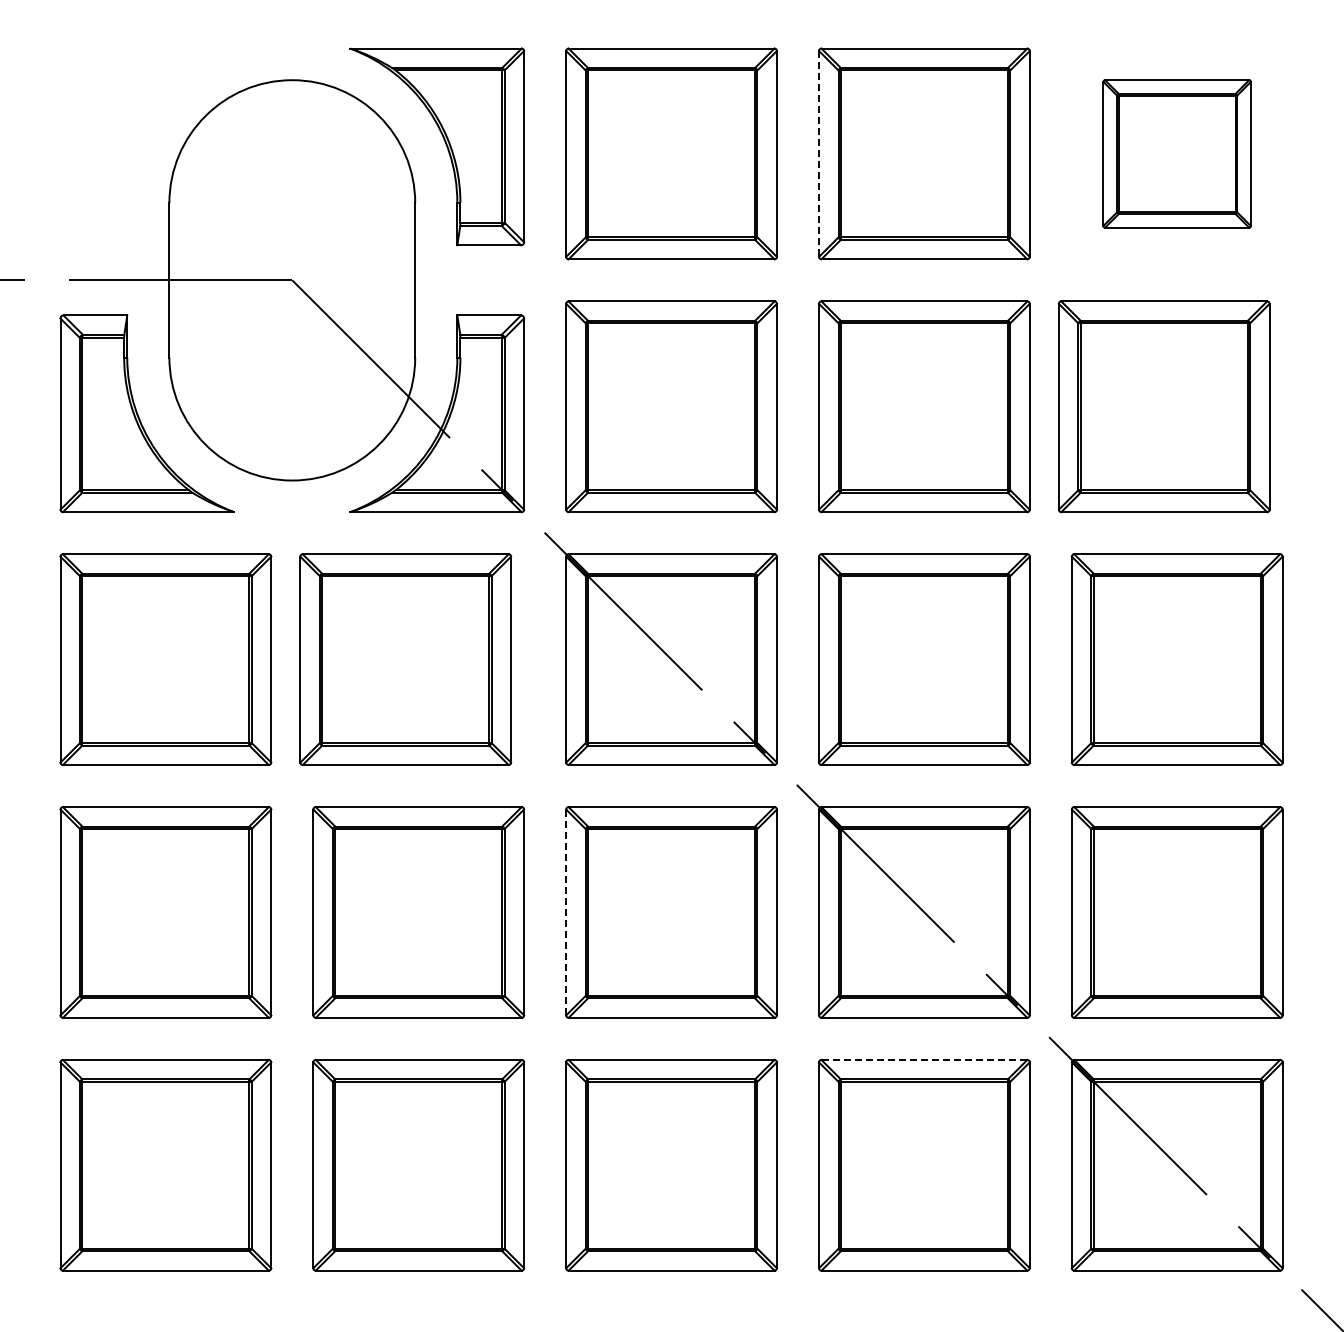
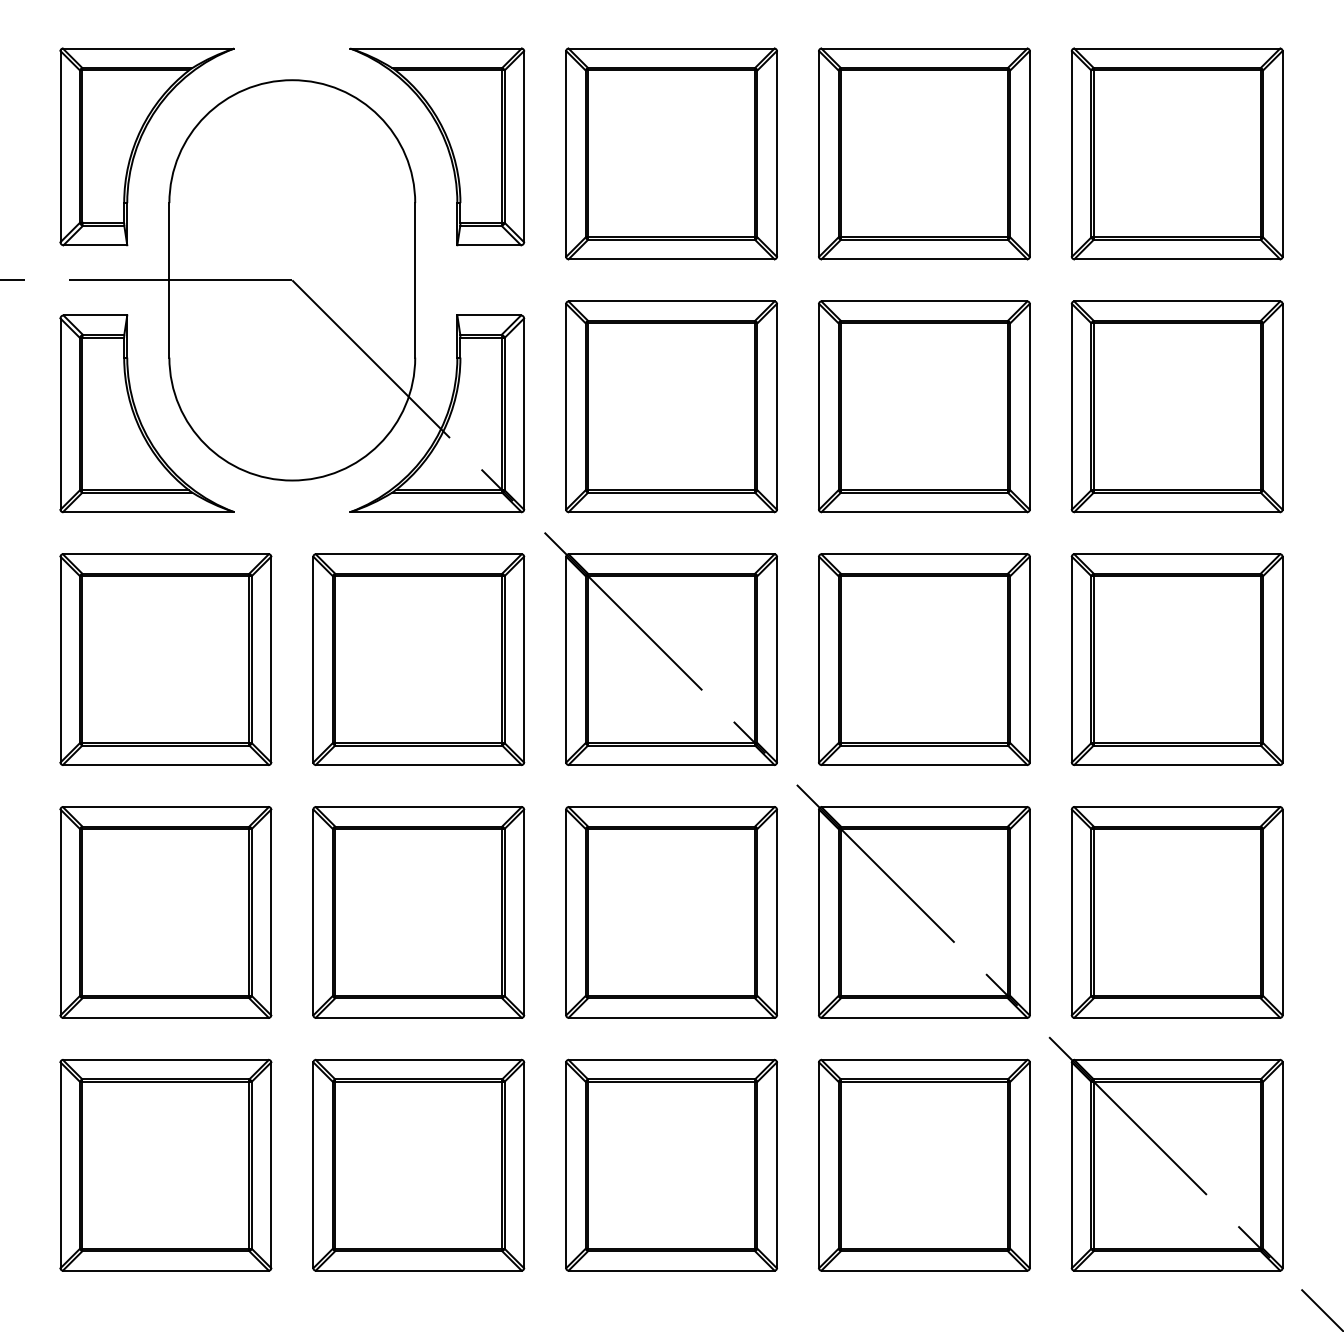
part at (139, 143): none -> present
line at (819, 153): dashed -> solid
part at (1176, 153) size: 150x150 px -> 214x214 px
part at (1163, 406) position: (1163, 406) -> (1176, 406)
part at (405, 659) position: (405, 659) -> (418, 659)
line at (566, 912): dashed -> solid
line at (924, 1059): dashed -> solid
